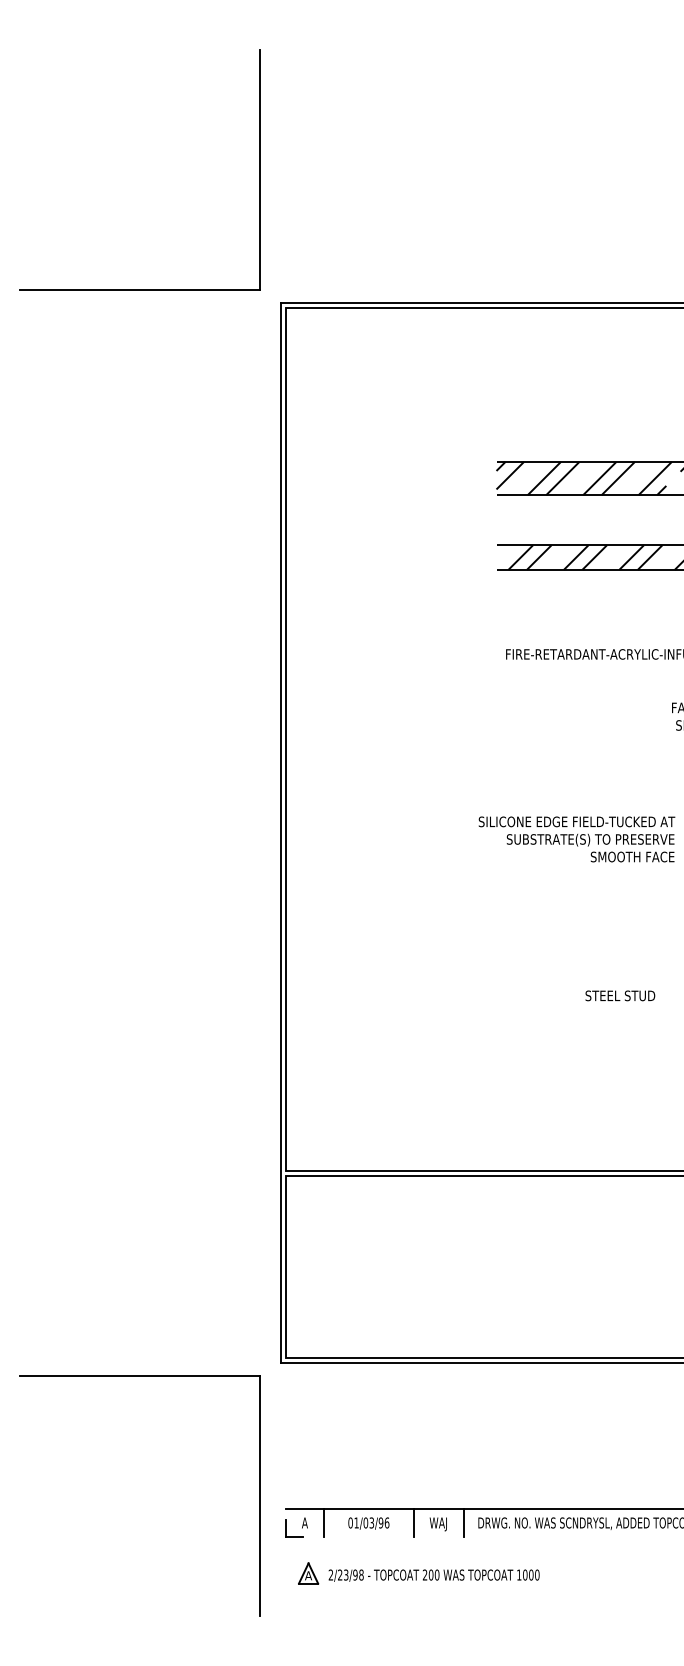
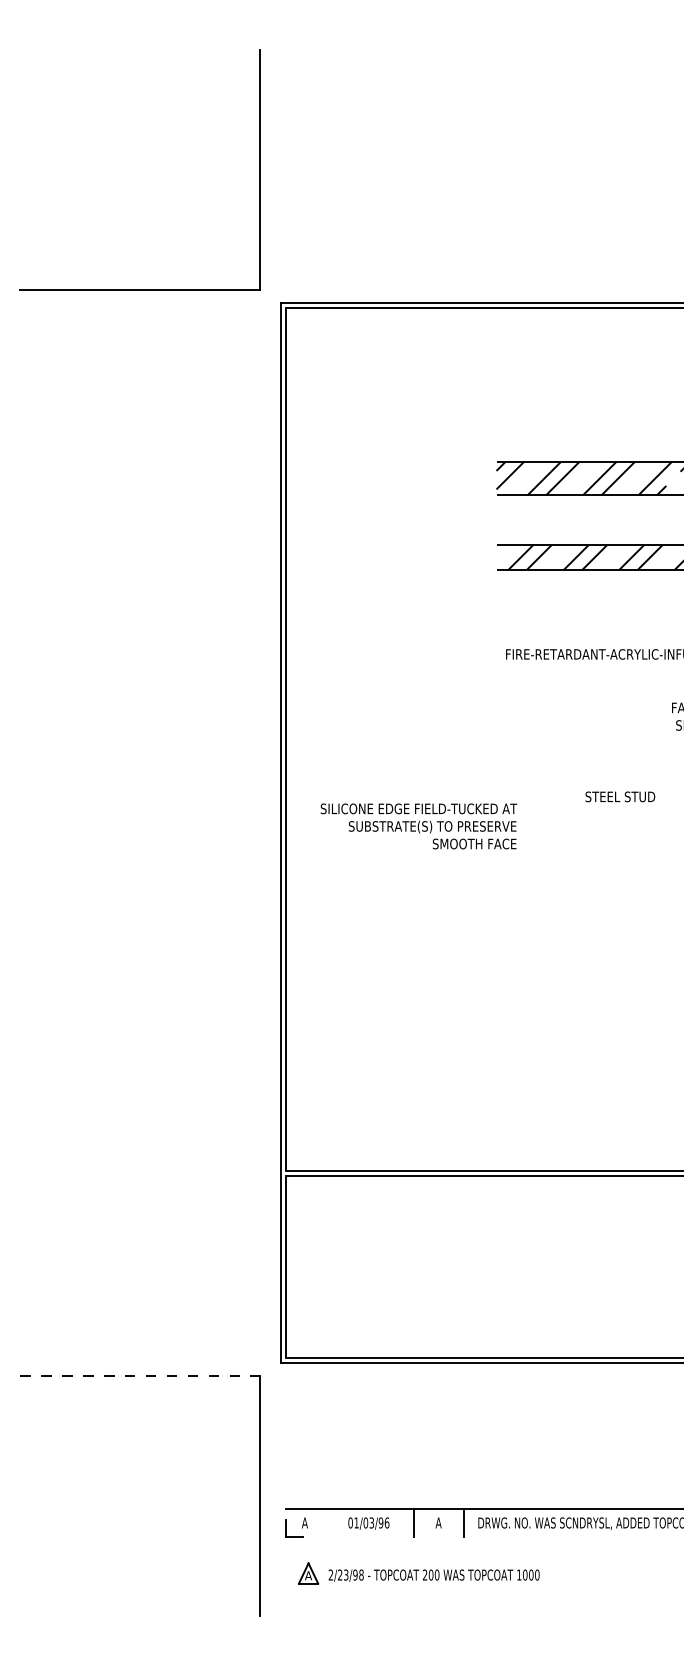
text at (576, 839) position: (576, 839) -> (418, 826)
text at (620, 995) position: (620, 995) -> (620, 796)
line at (140, 1376): solid -> dashed
line at (324, 1522): present -> none
text at (437, 1524): WAJ -> A
